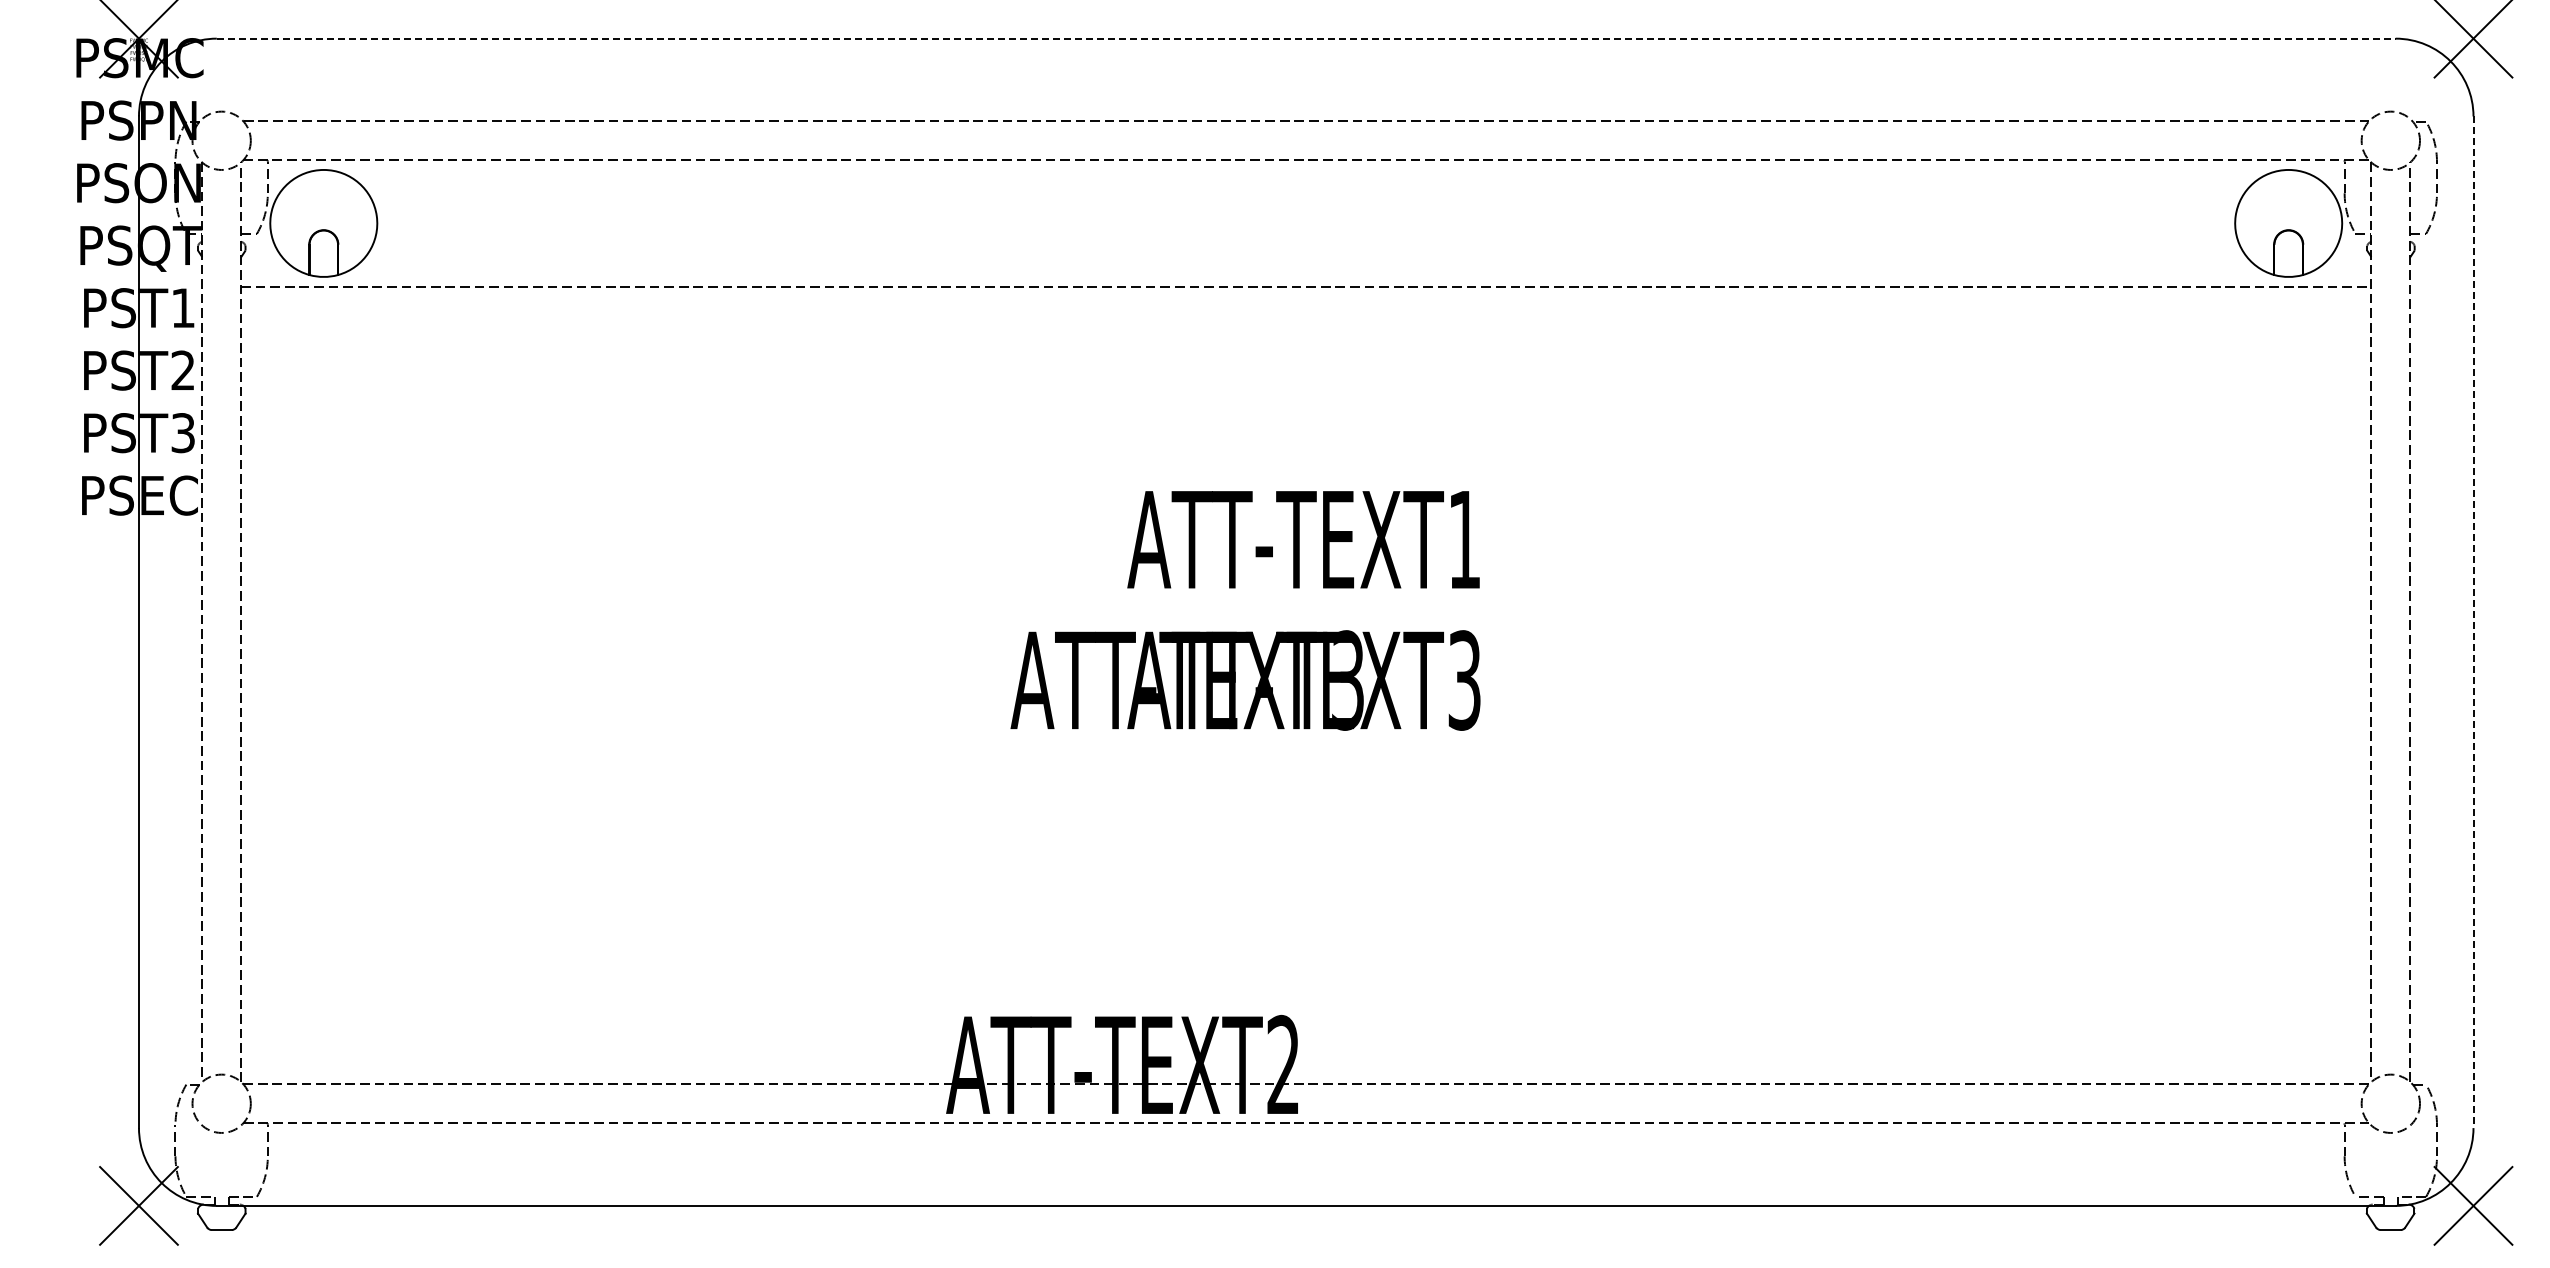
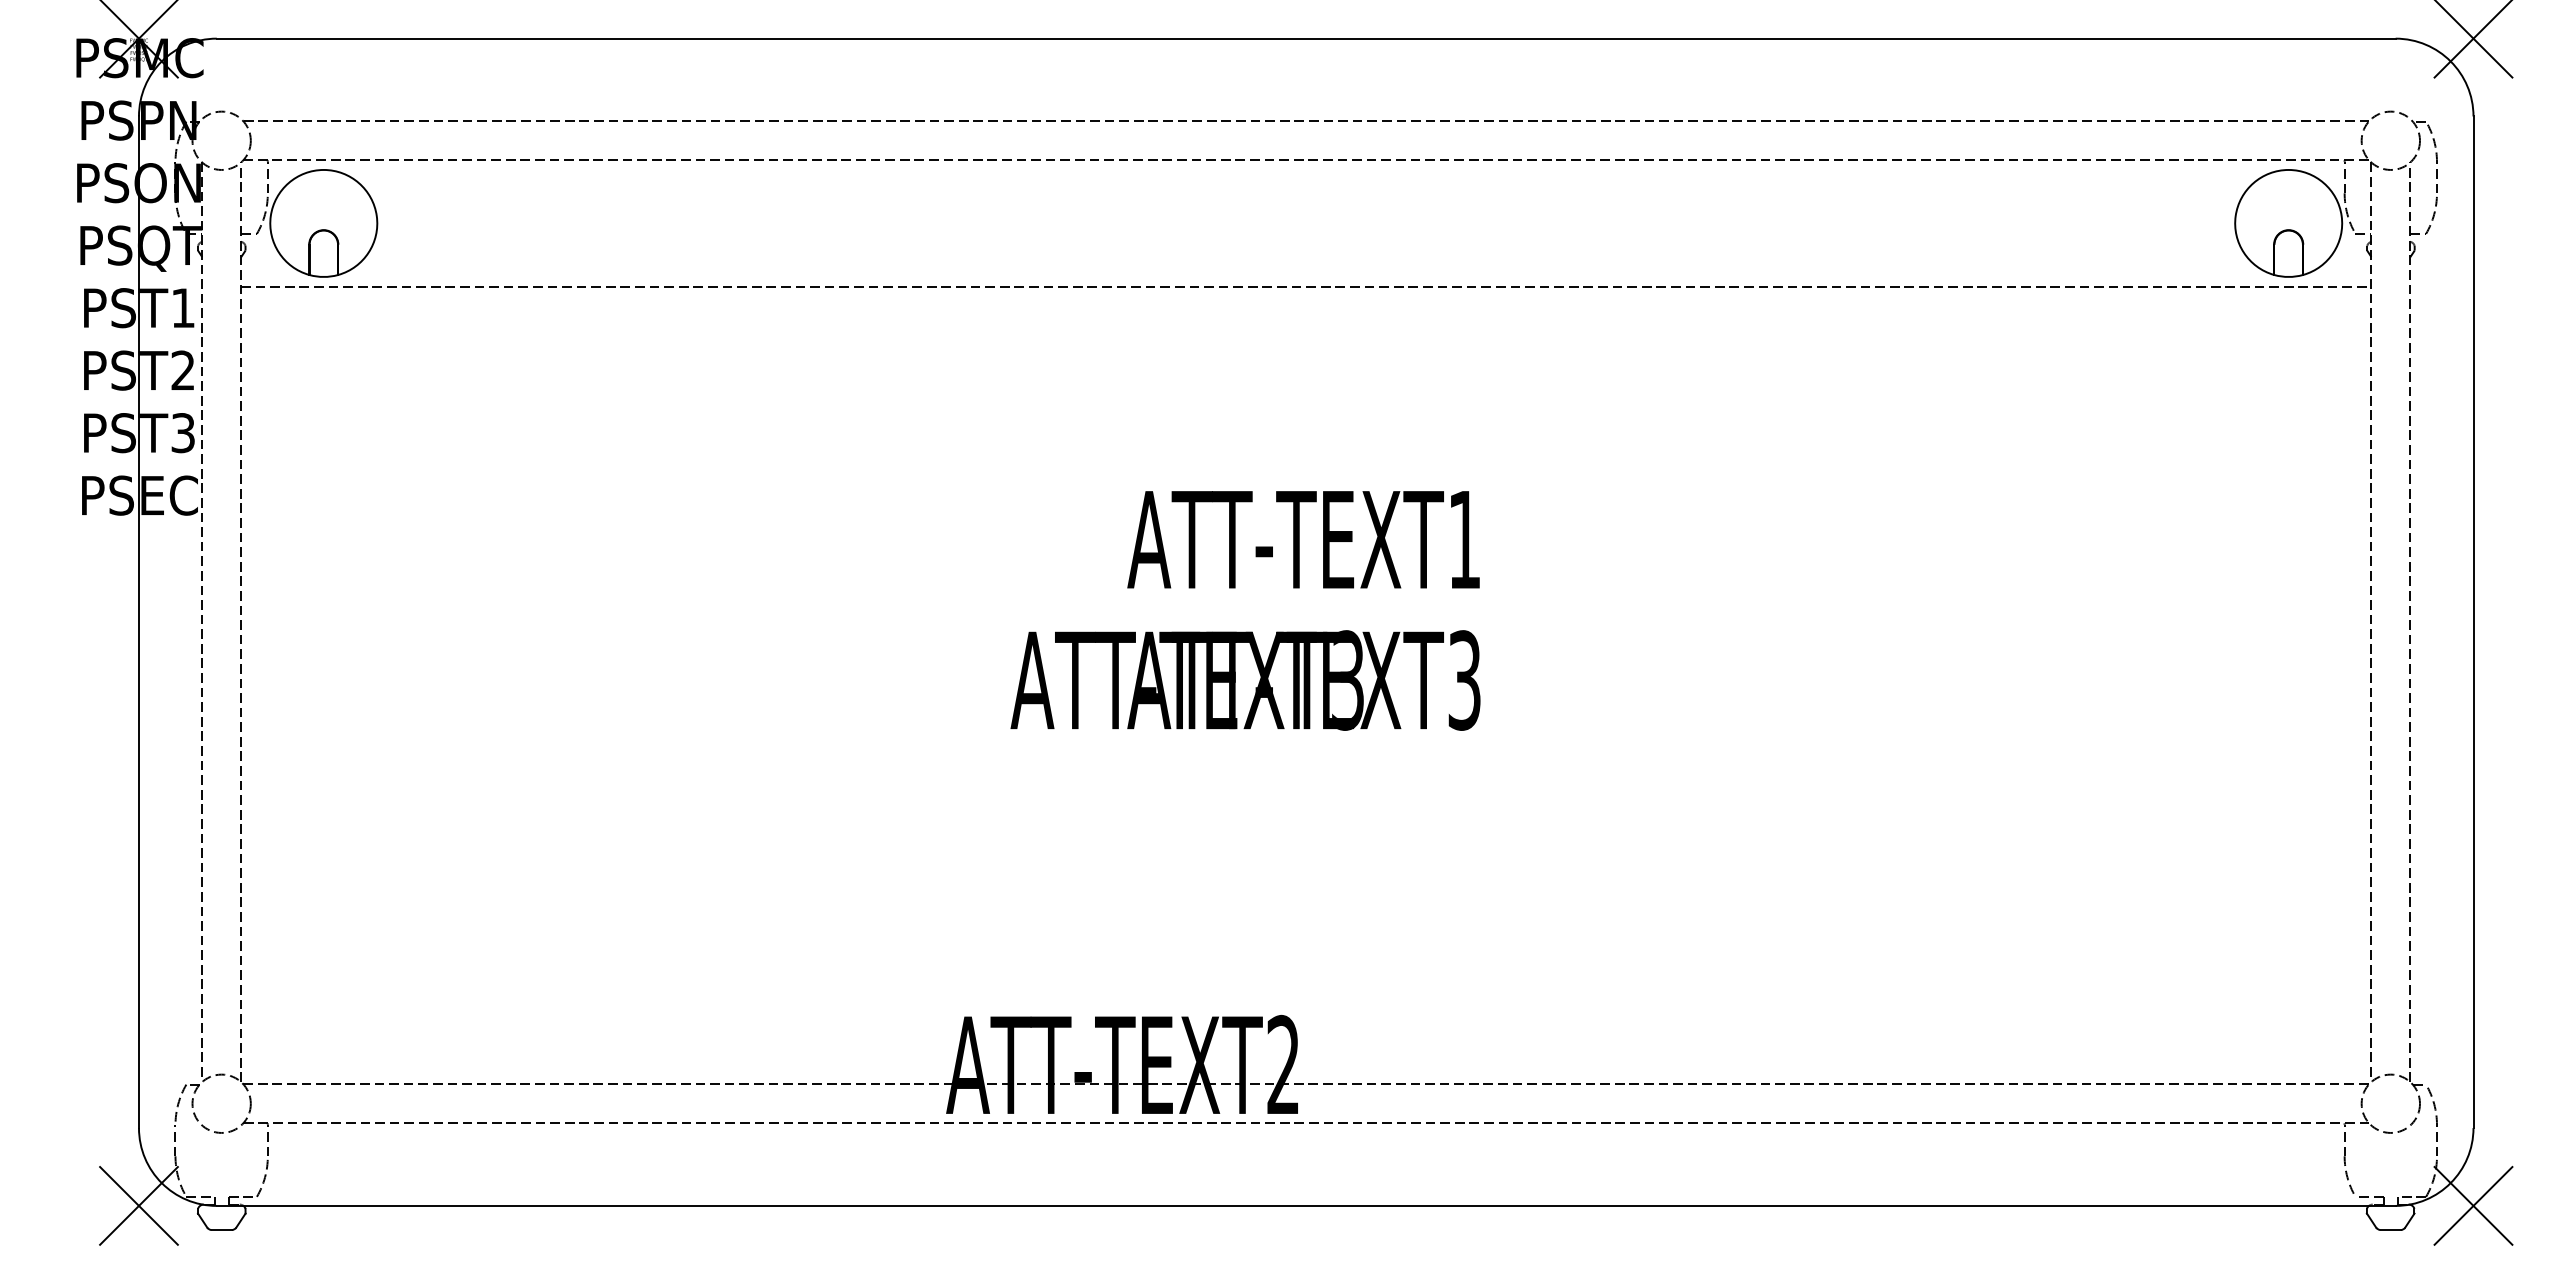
line at (1306, 38): dashed -> solid
line at (2473, 622): dashed -> solid
